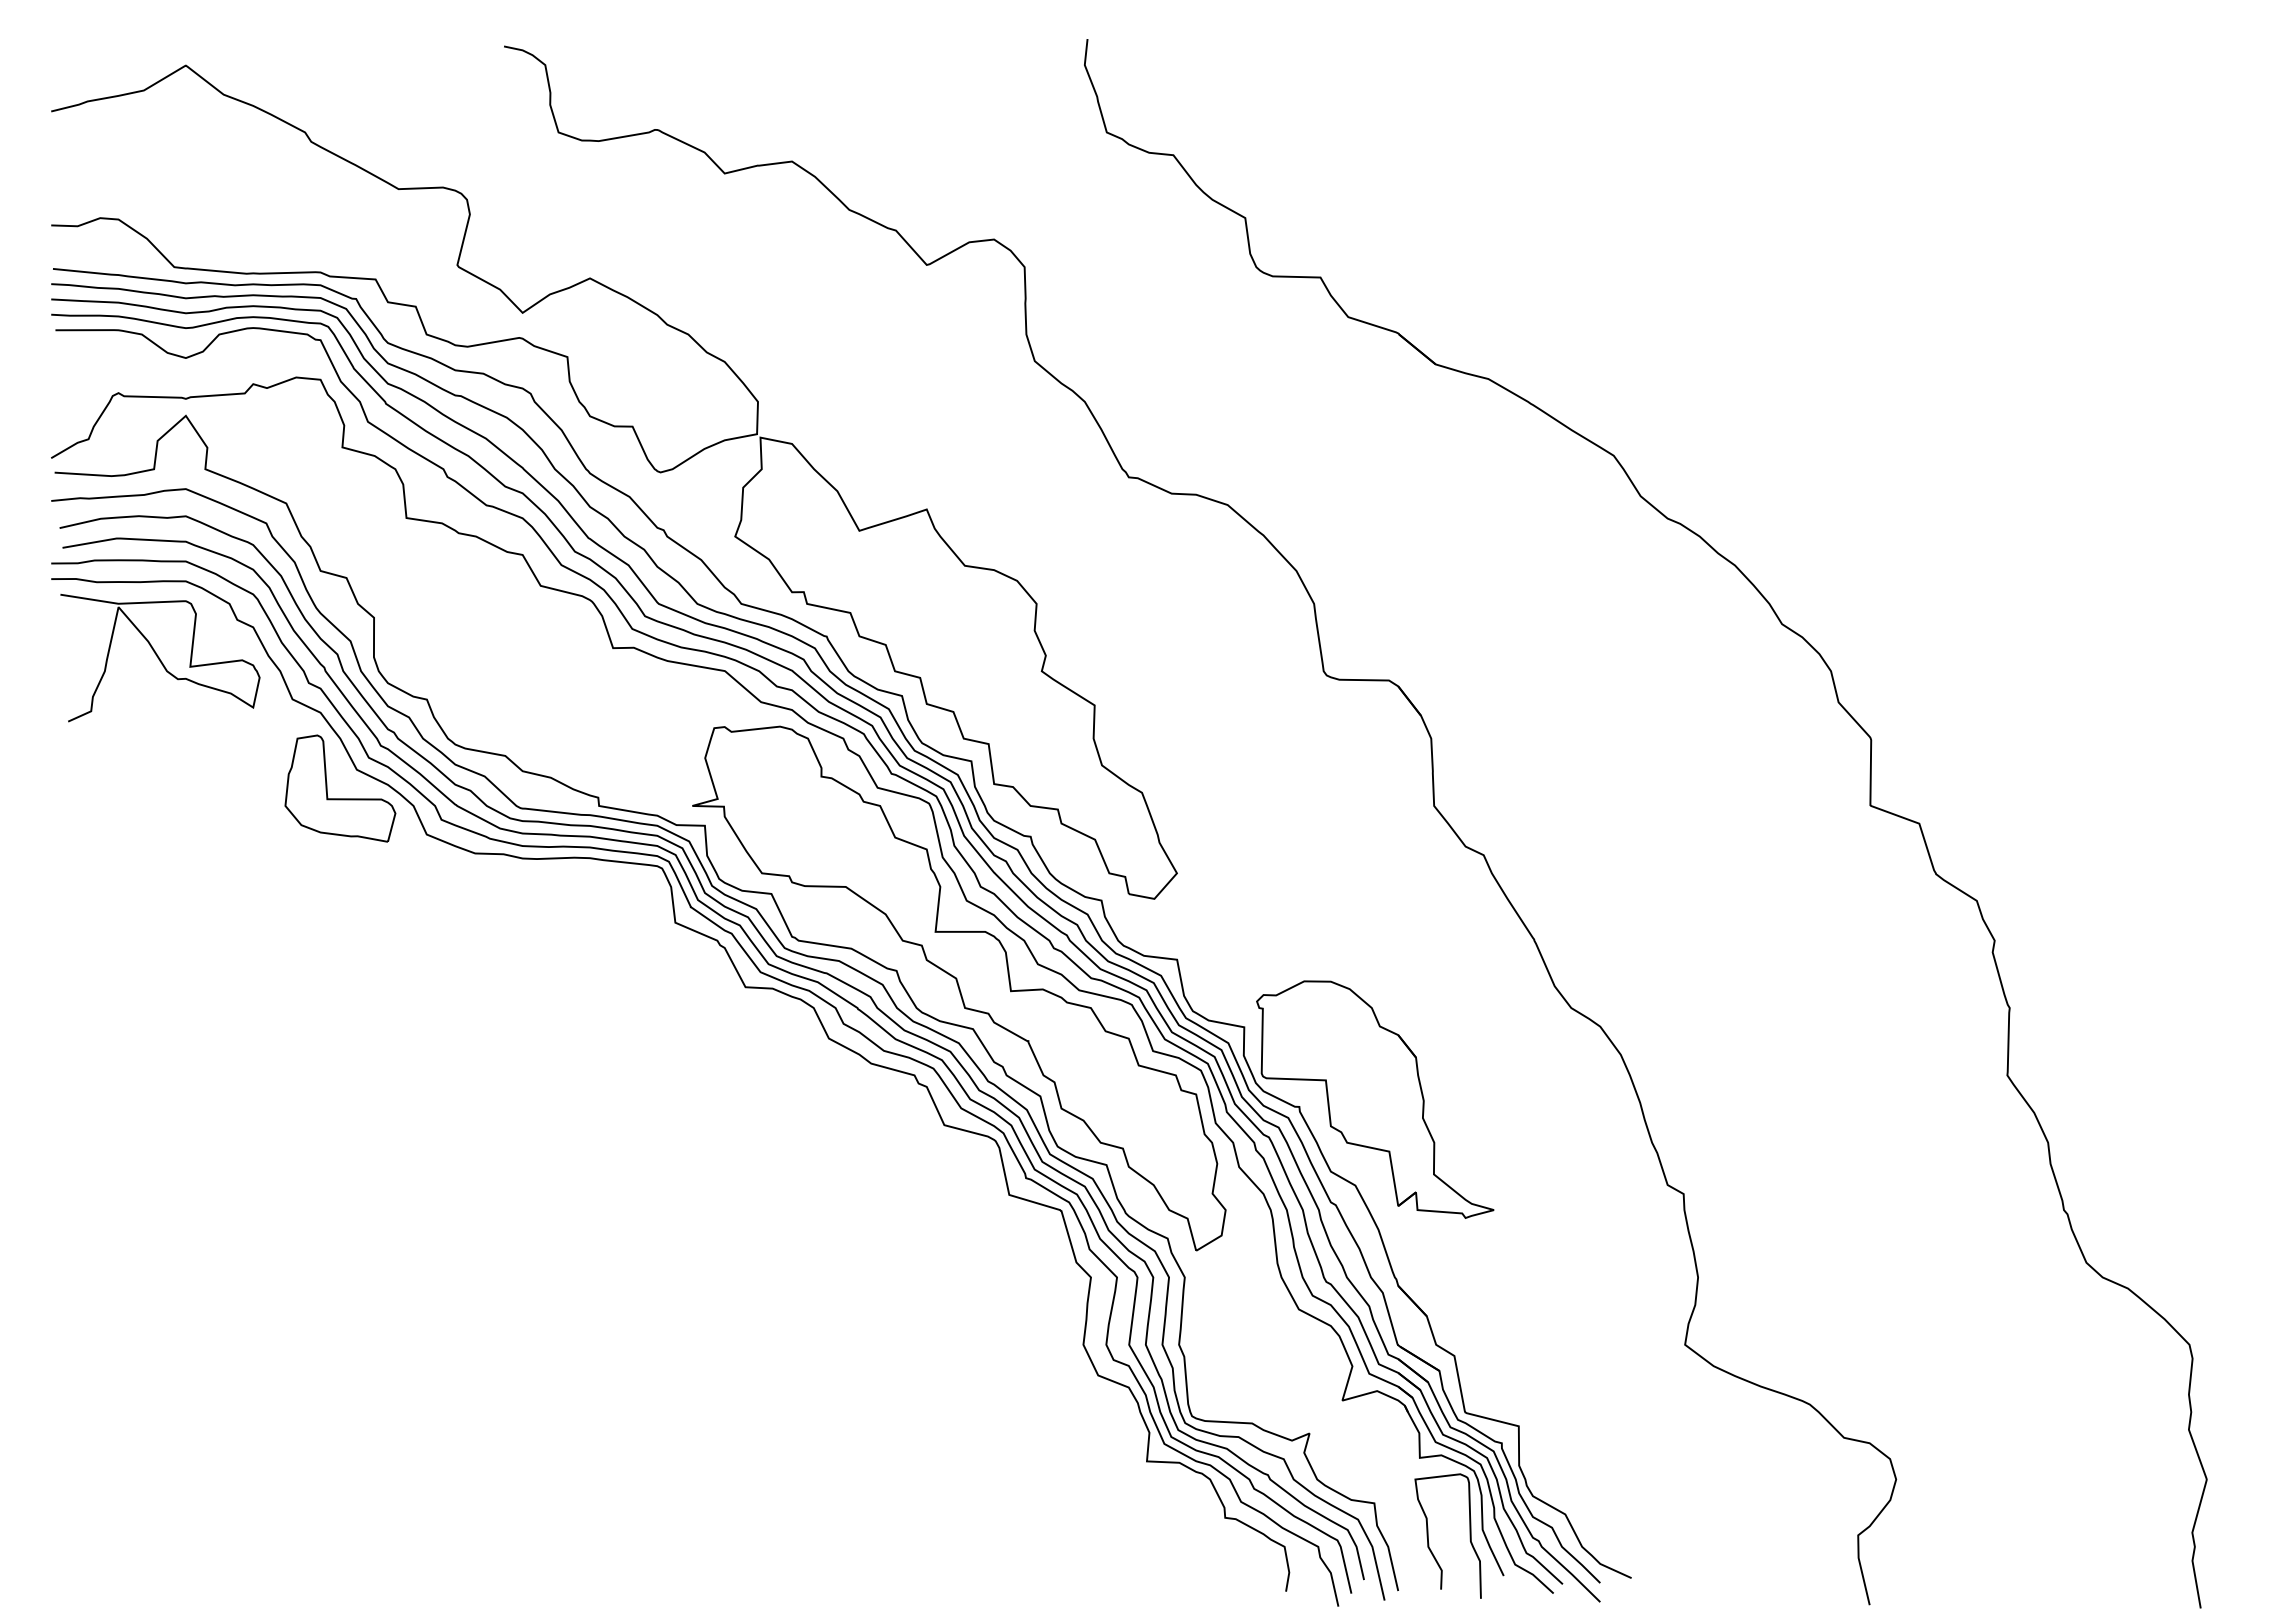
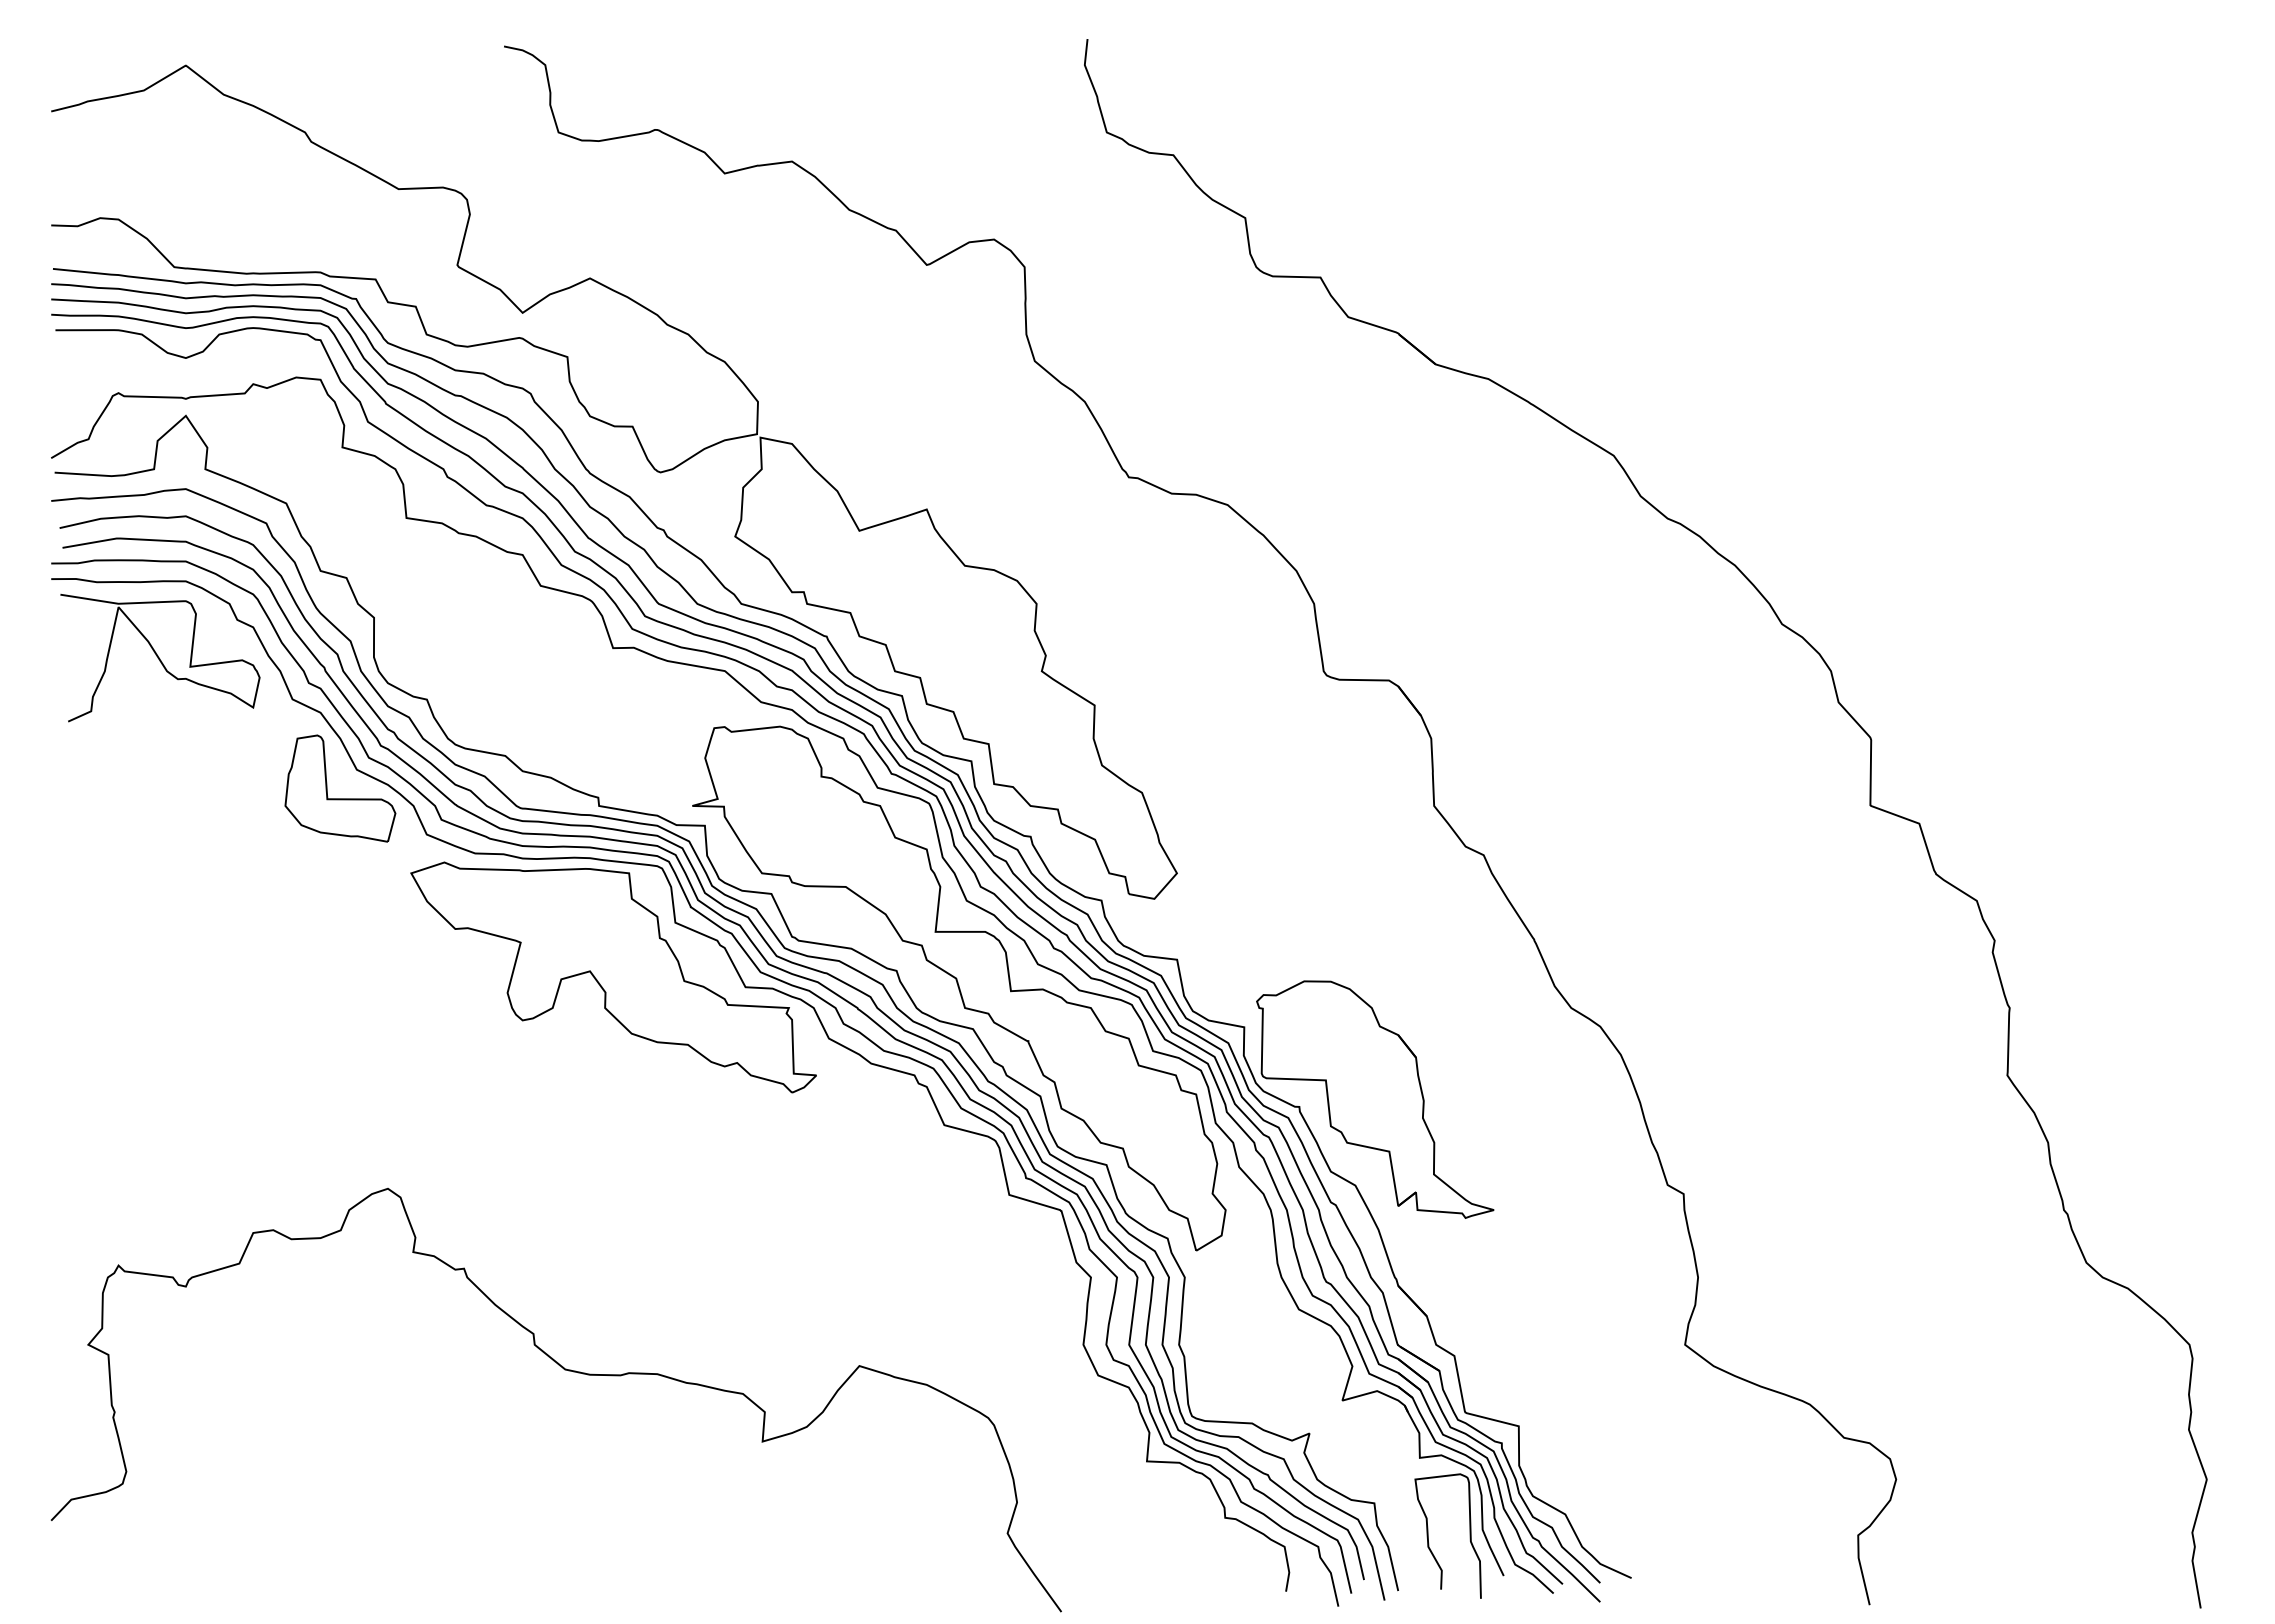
part at (613, 977): none -> present
curve at (564, 1370): none -> present
